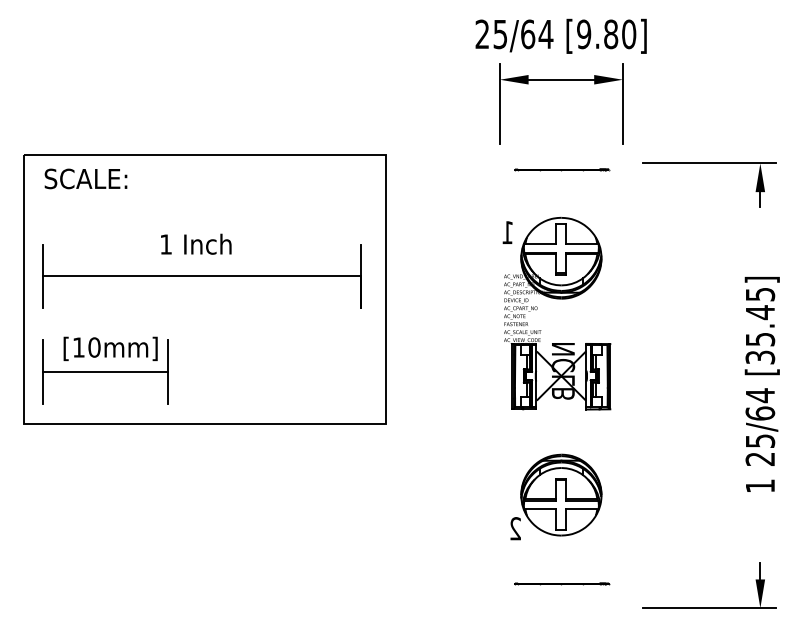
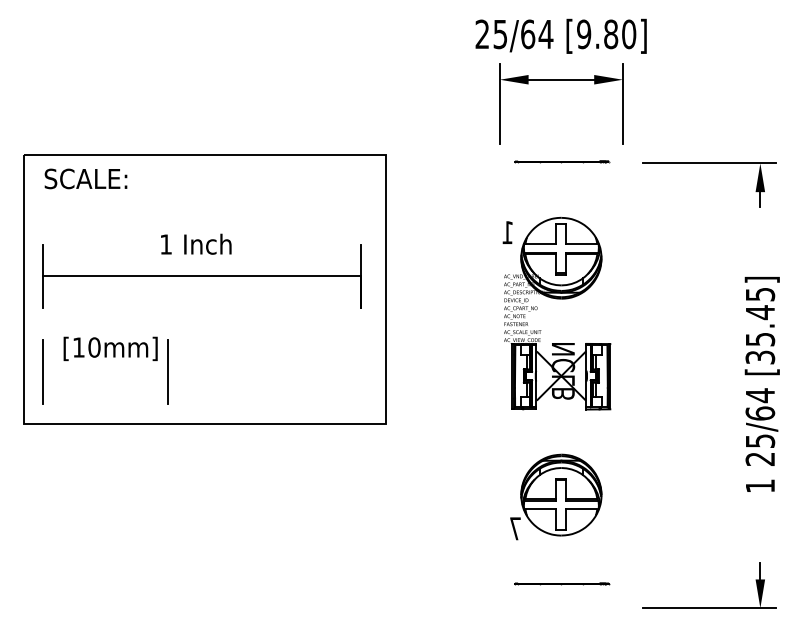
part at (562, 169) position: (562, 169) -> (562, 161)
line at (105, 372): present -> none
text at (515, 528): 2 -> 7
